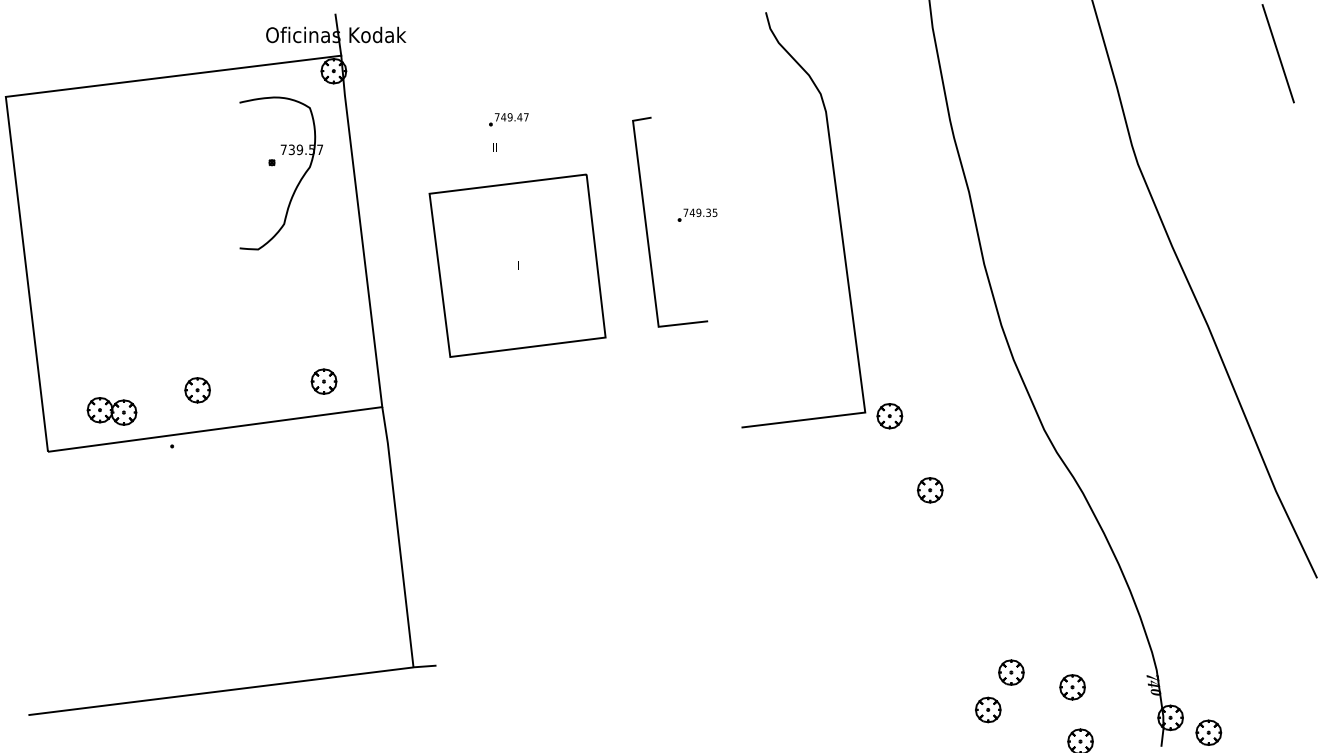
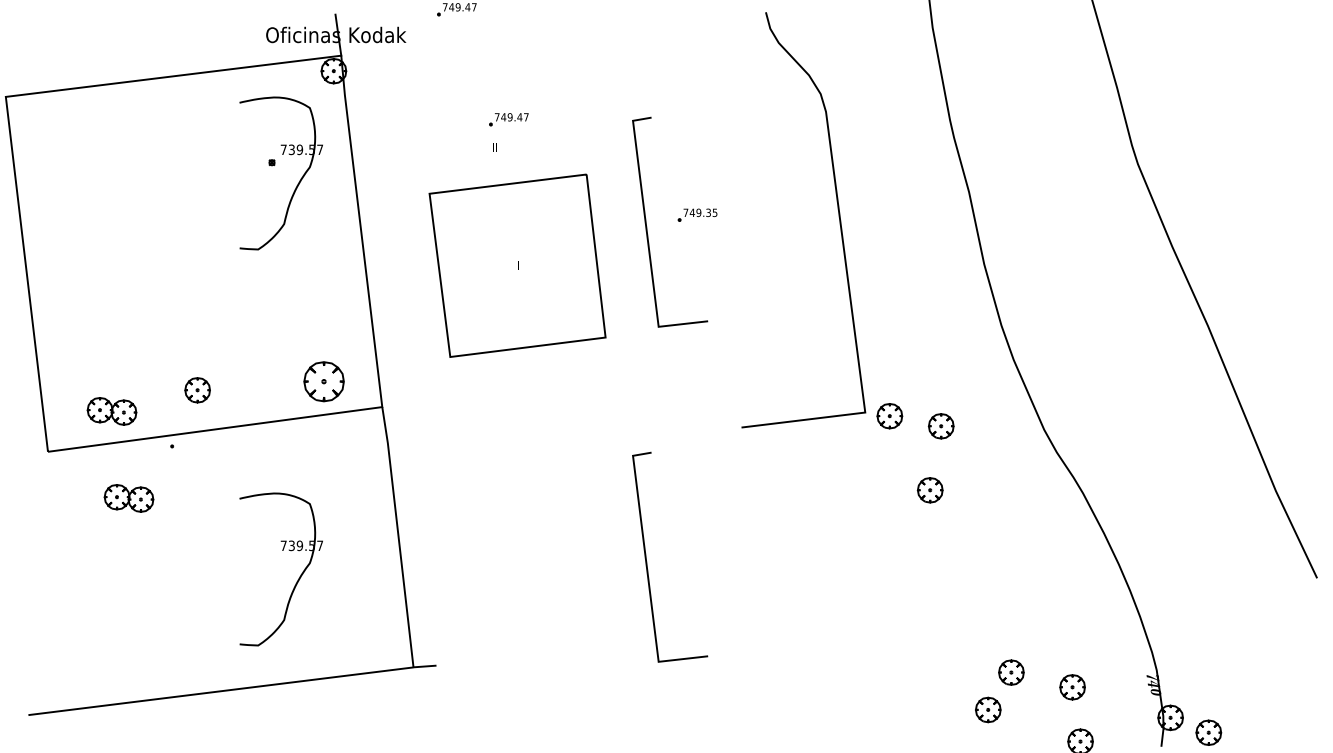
part at (456, 9): none -> present
line at (1277, 53): present -> none
part at (323, 381) size: 28x27 px -> 42x42 px
part at (940, 426): none -> present
part at (128, 498): none -> present
part at (282, 550): none -> present
line at (647, 561): none -> present
